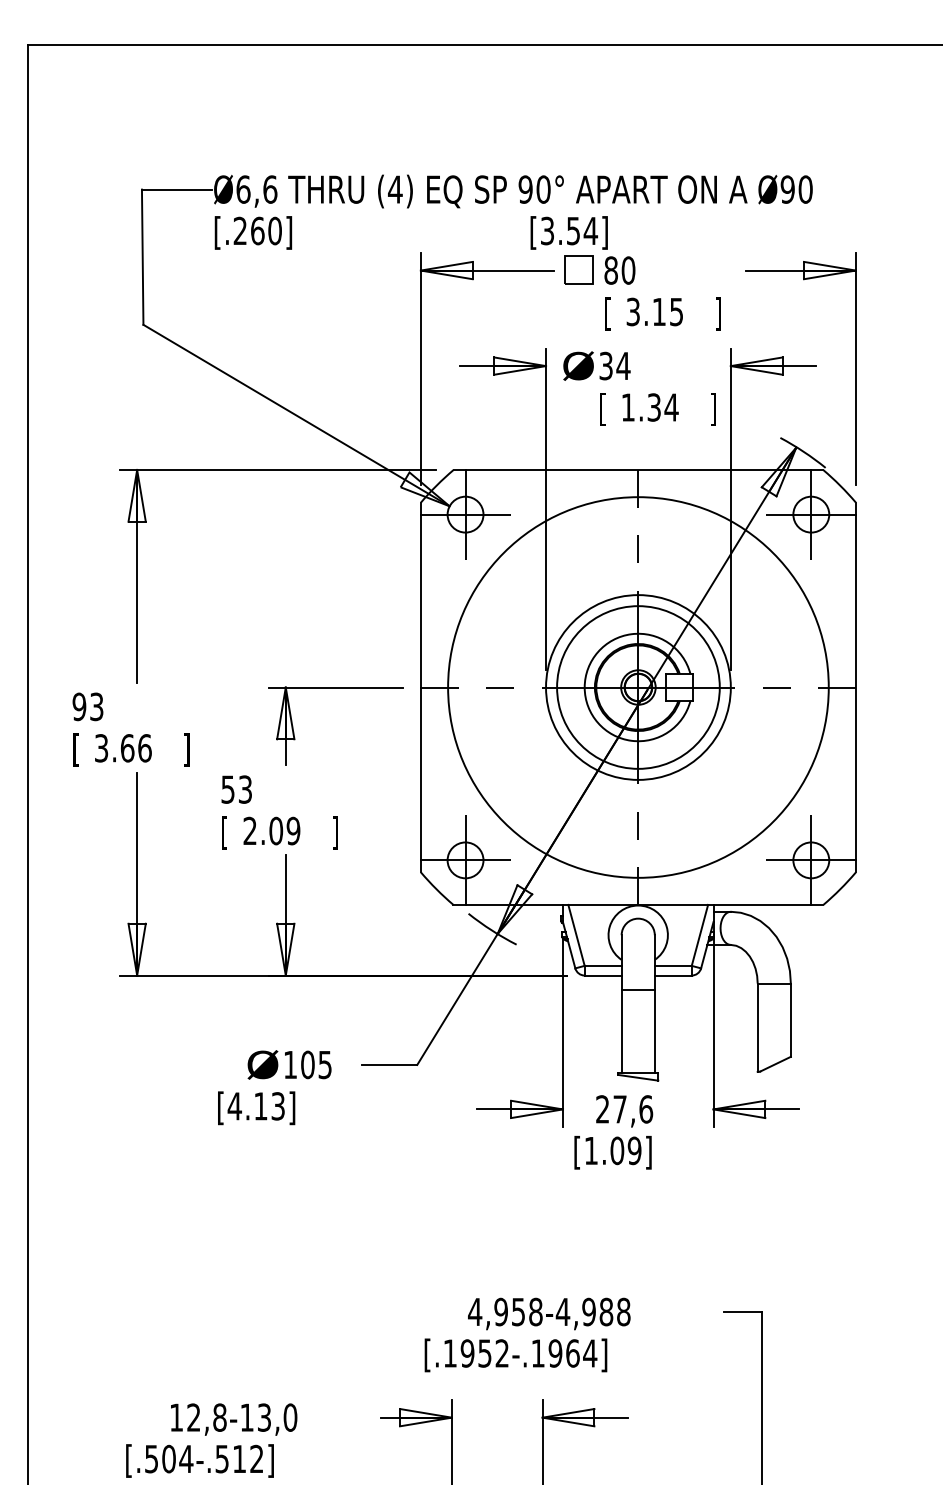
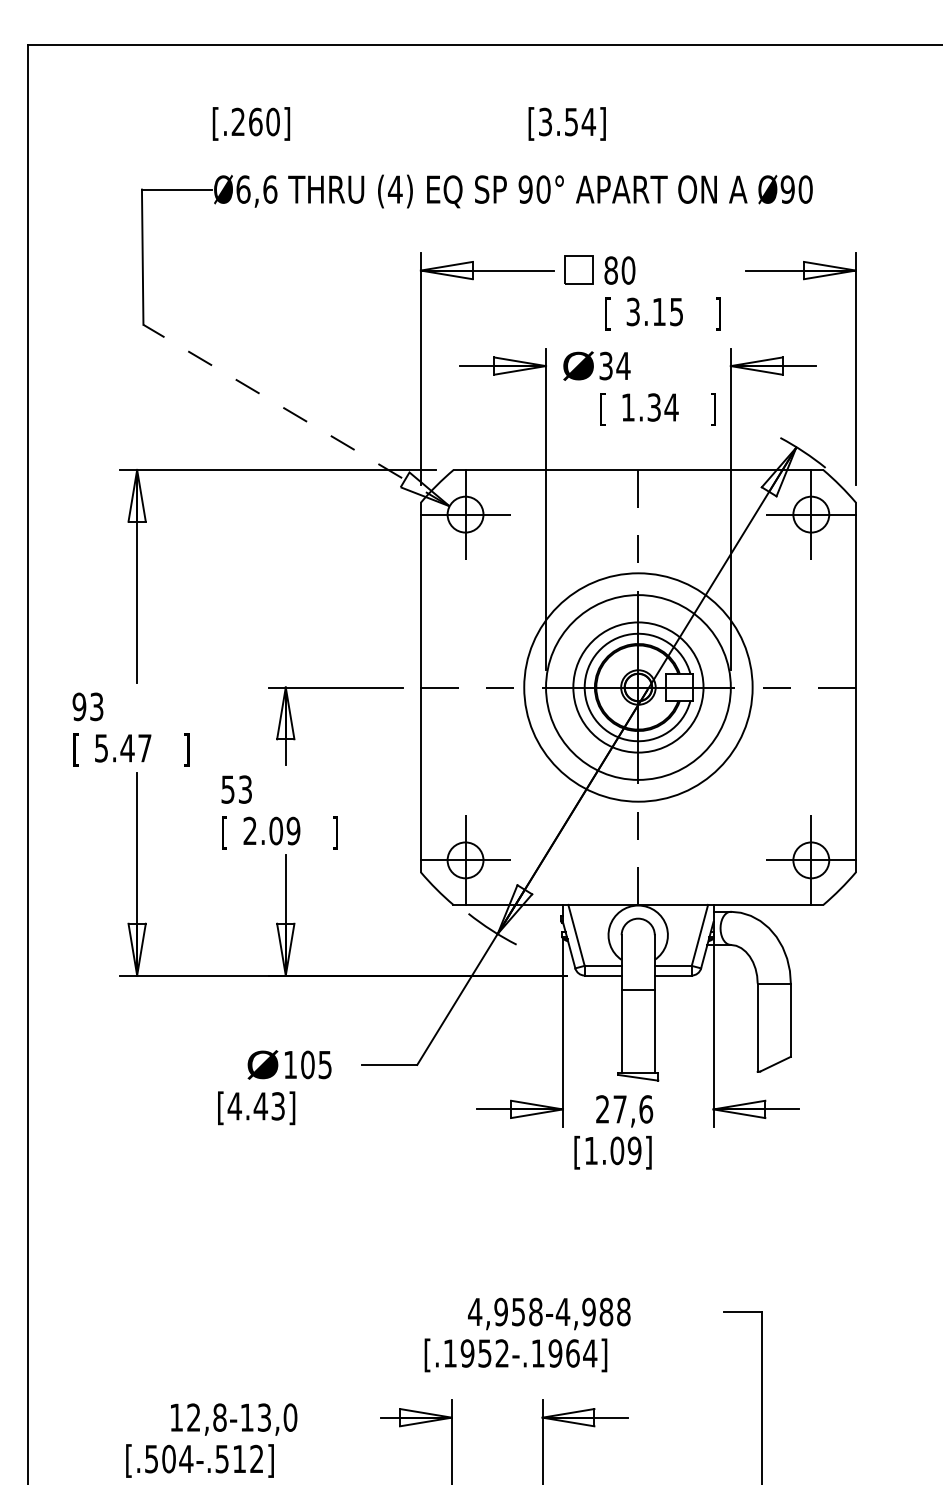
text at (410, 232) position: (410, 232) -> (408, 123)
line at (296, 415): solid -> dashed
circle at (638, 687) diameter: 163 px -> 130 px
circle at (638, 687) diameter: 381 px -> 228 px
text at (123, 748): 3.66 -> 5.47
text at (260, 1106): [4.13] -> [4.43]
